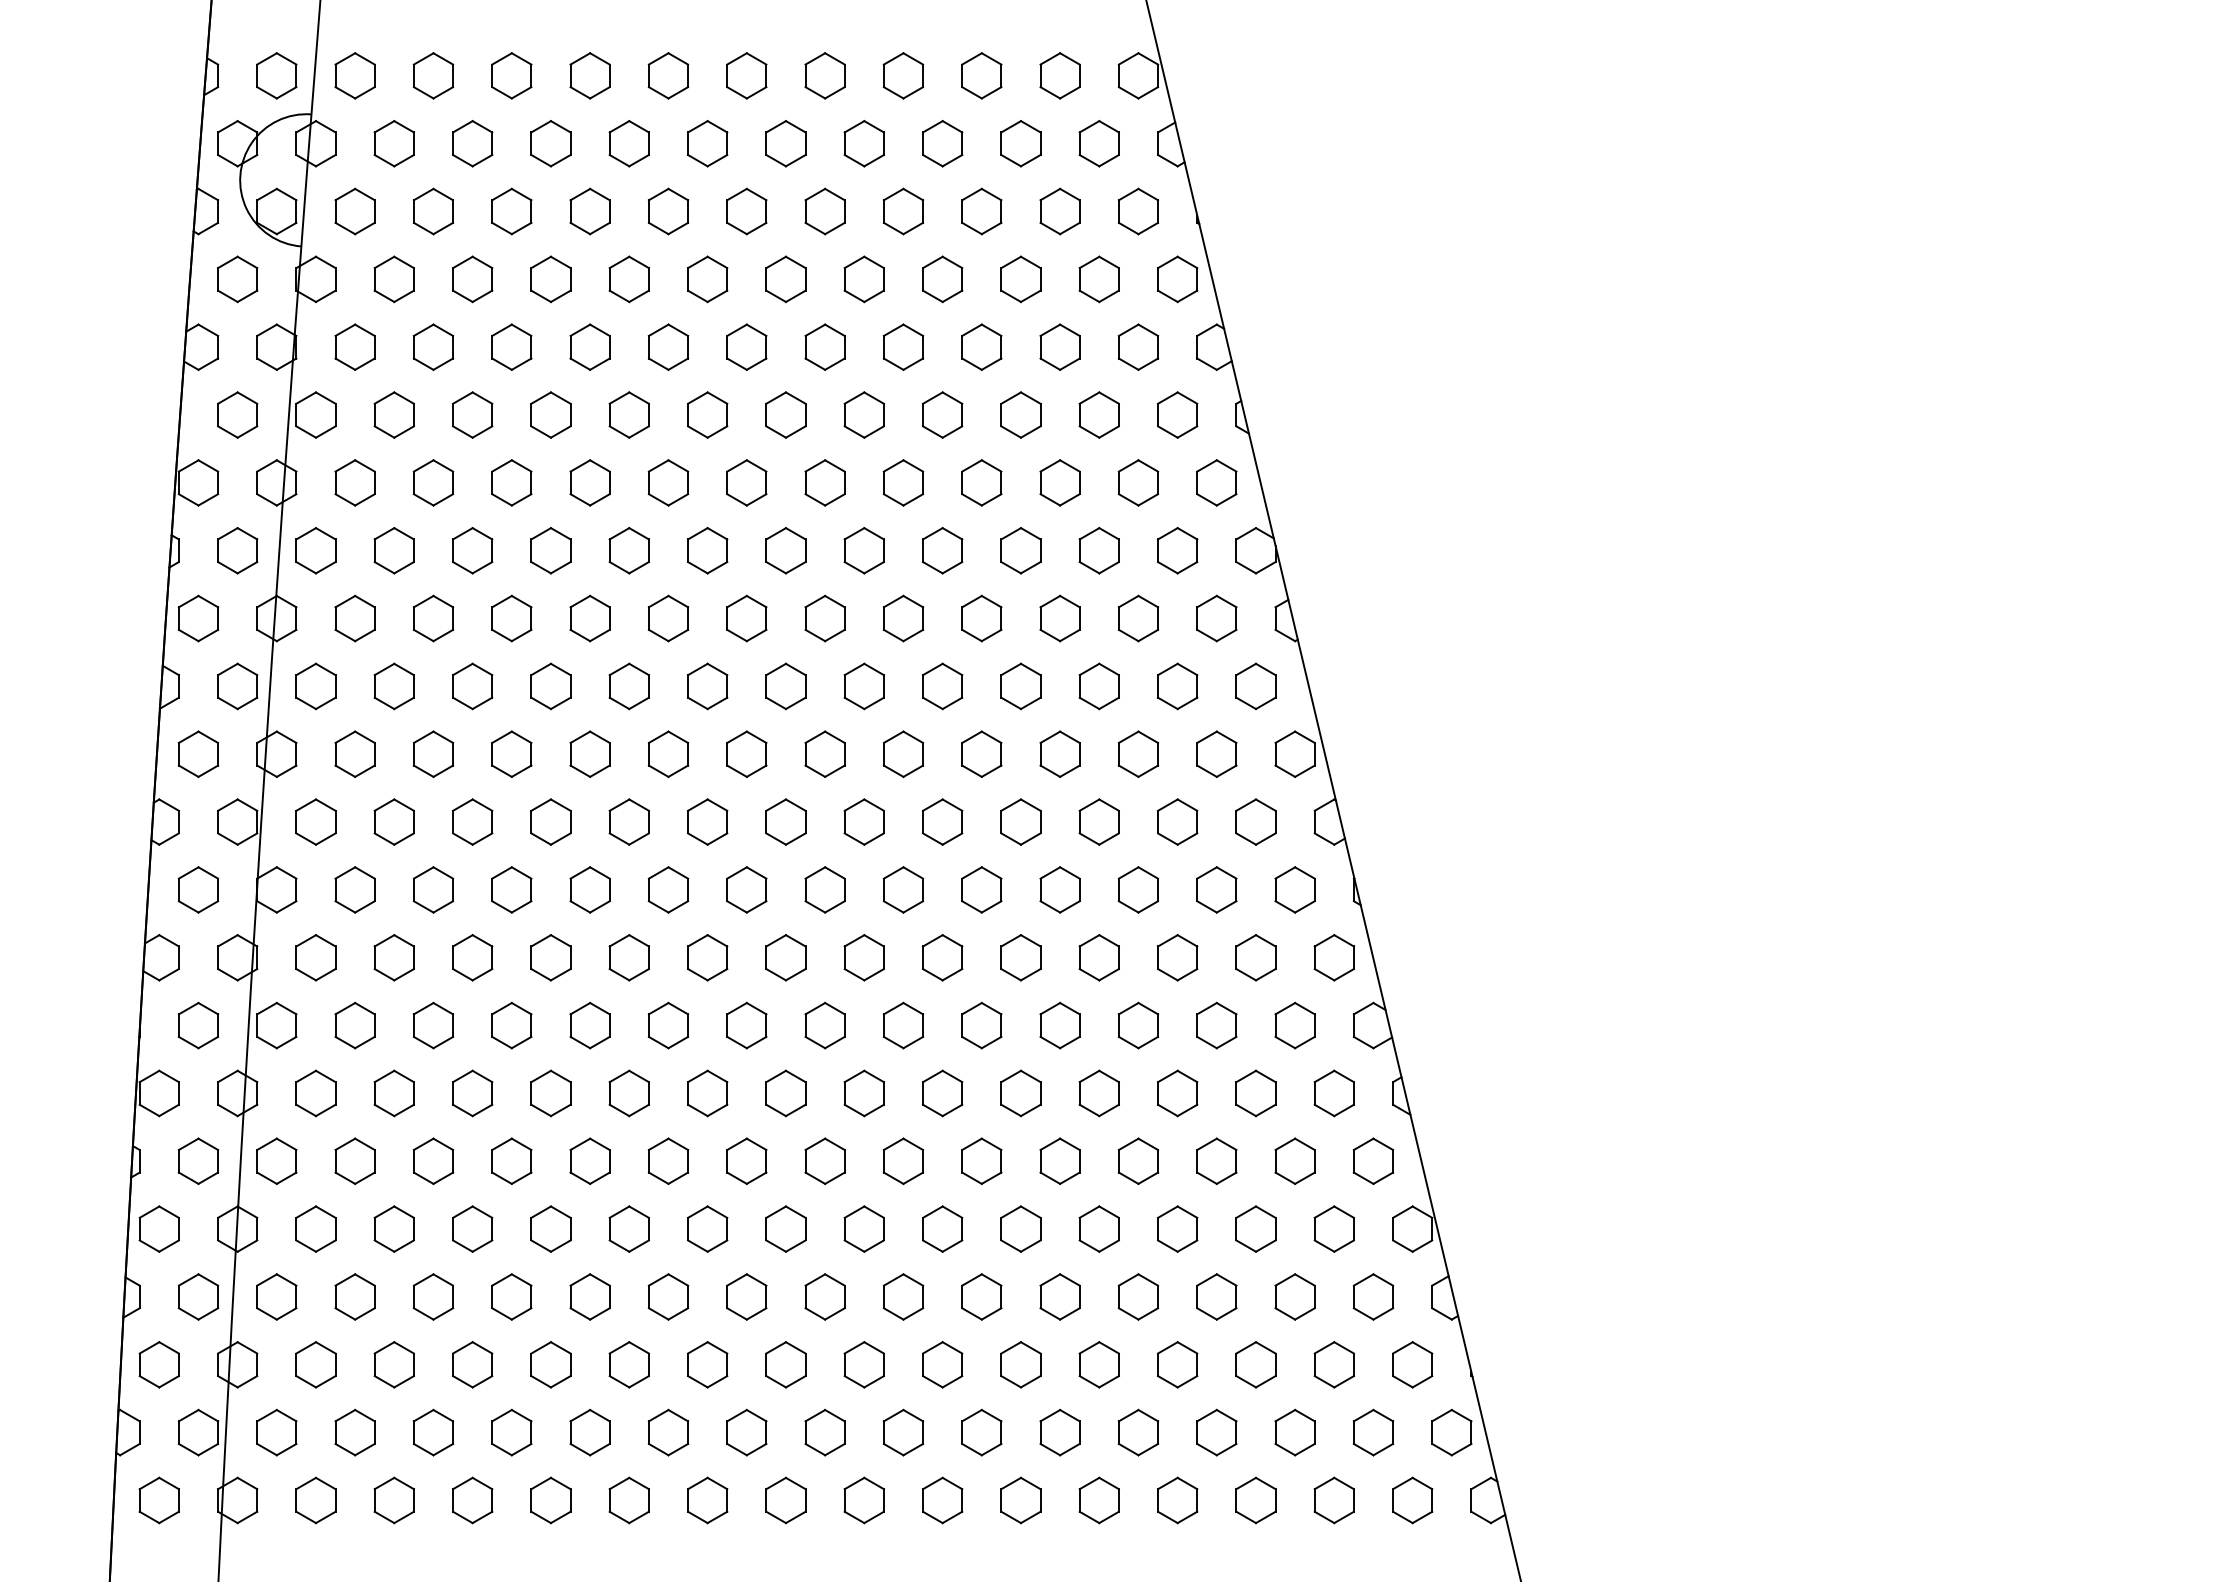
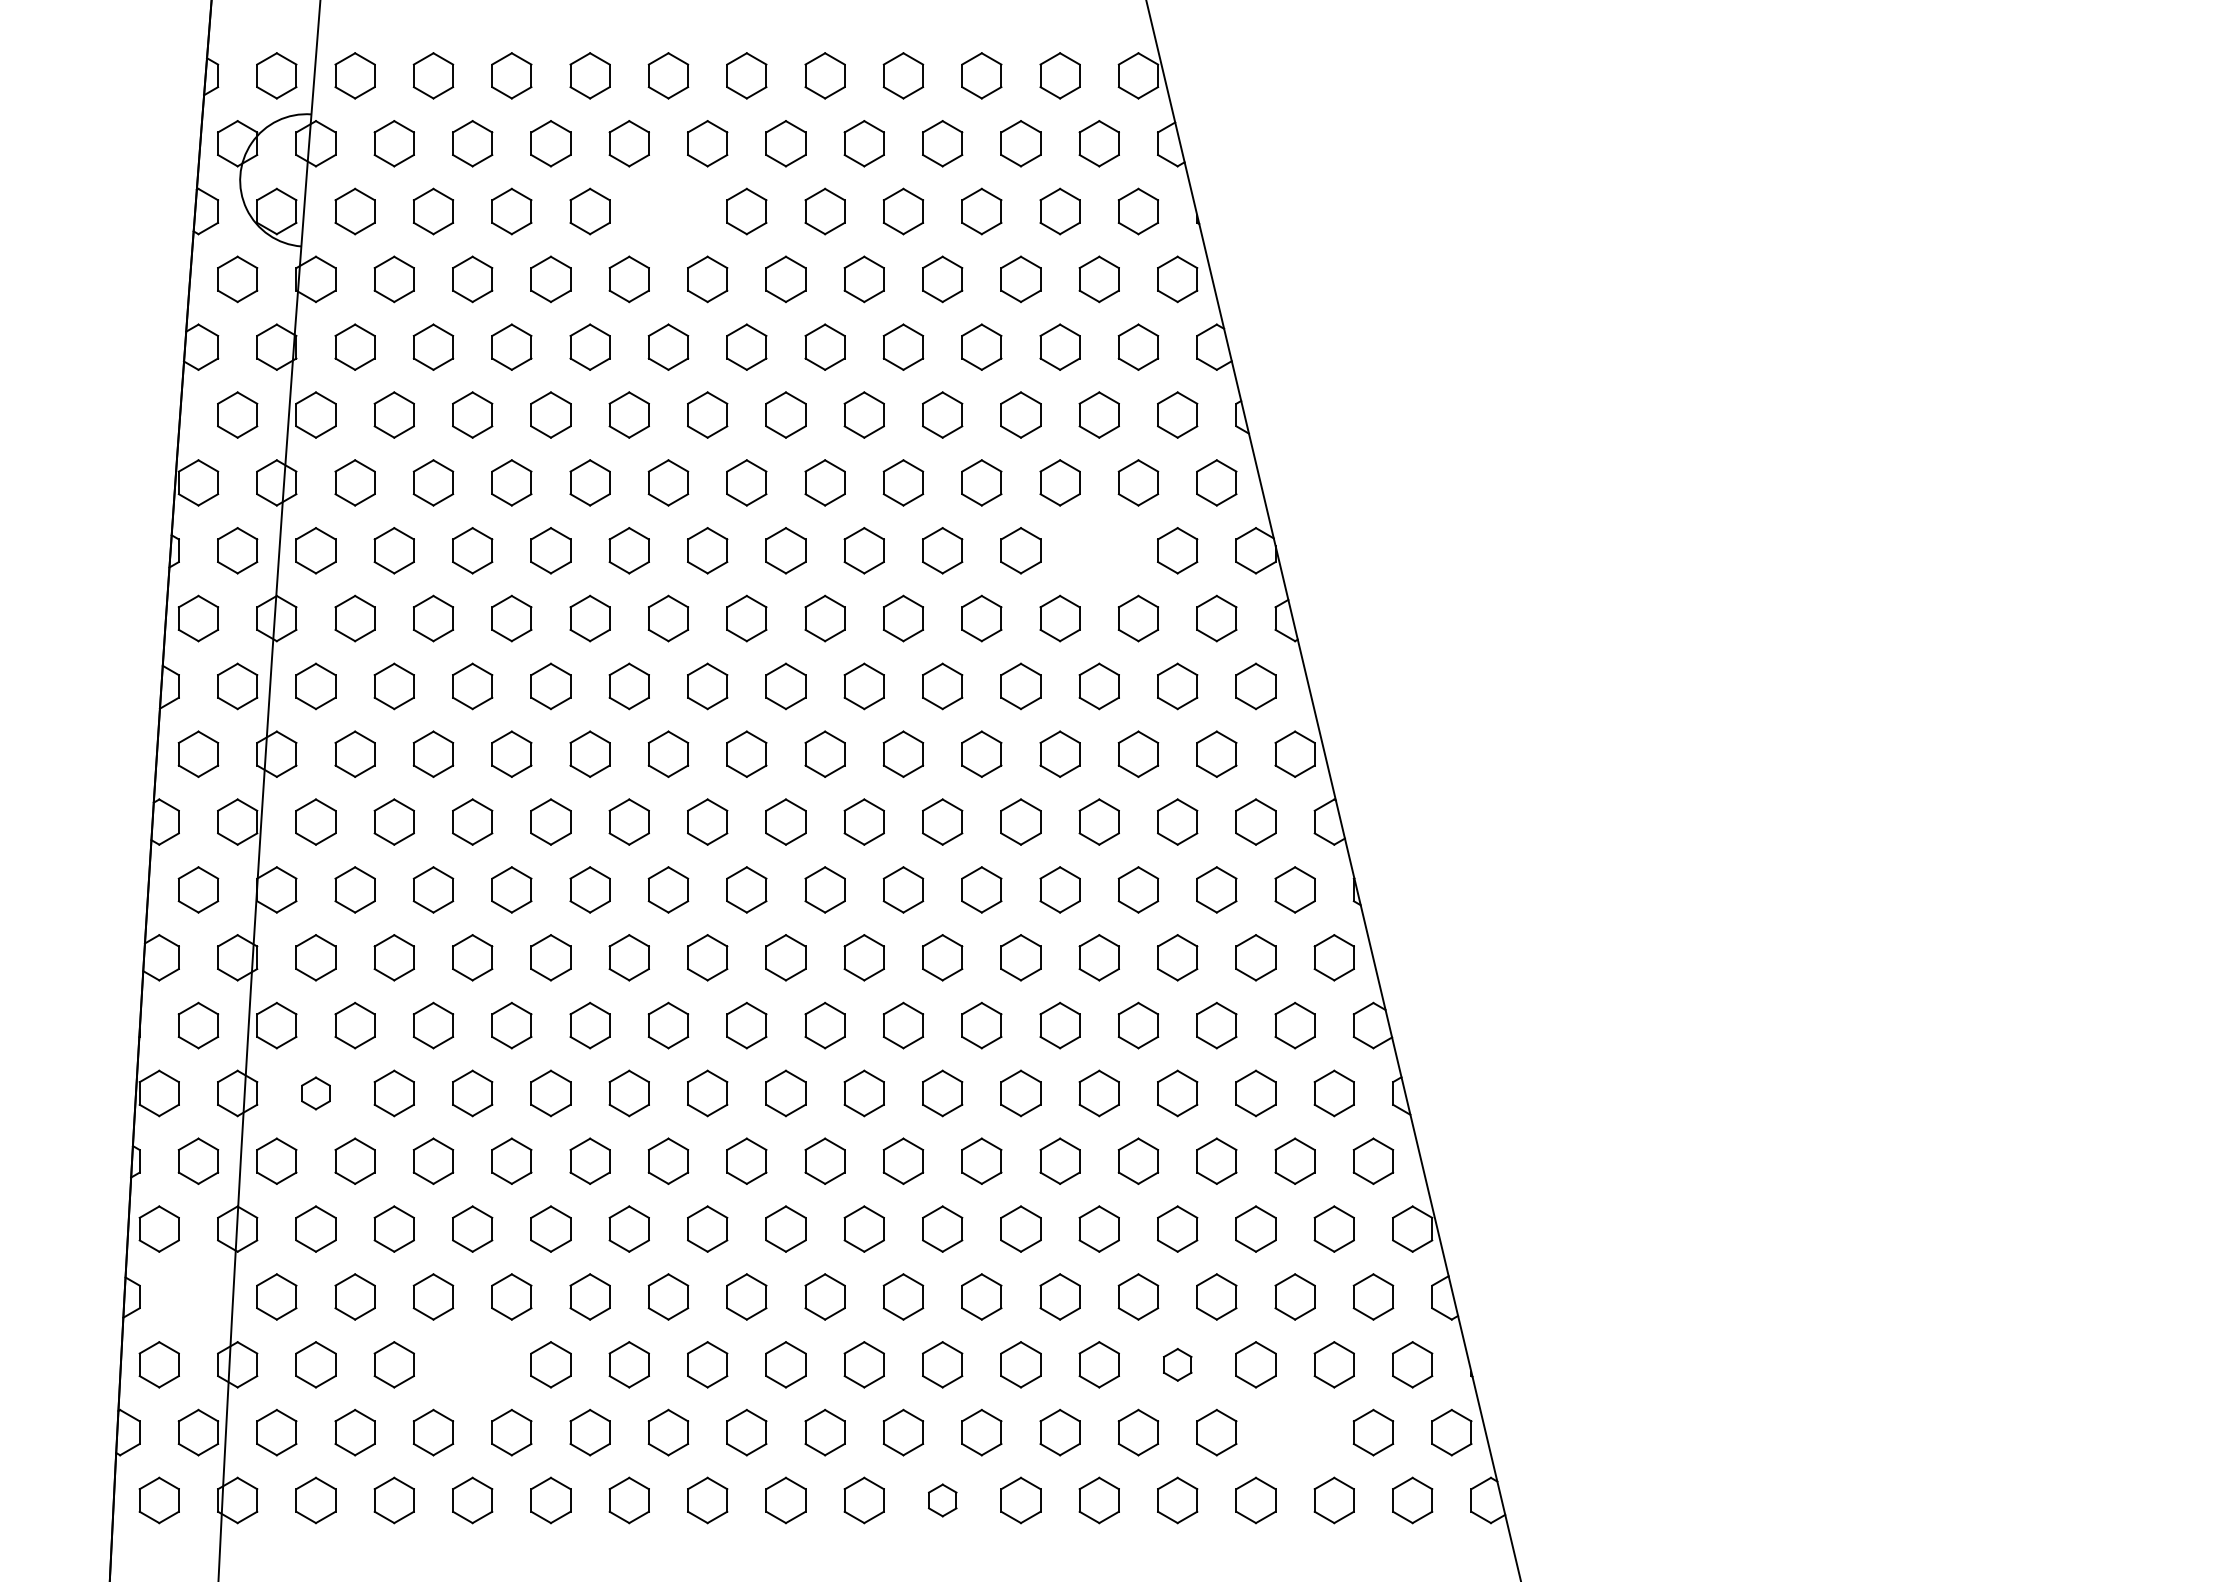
part at (668, 211): present -> none
part at (1098, 550): present -> none
part at (315, 1093) size: 42x49 px -> 30x35 px
part at (198, 1296): present -> none
part at (472, 1364): present -> none
part at (1177, 1364) size: 42x48 px -> 30x34 px
part at (1294, 1432): present -> none
part at (942, 1500) size: 42x49 px -> 30x35 px
